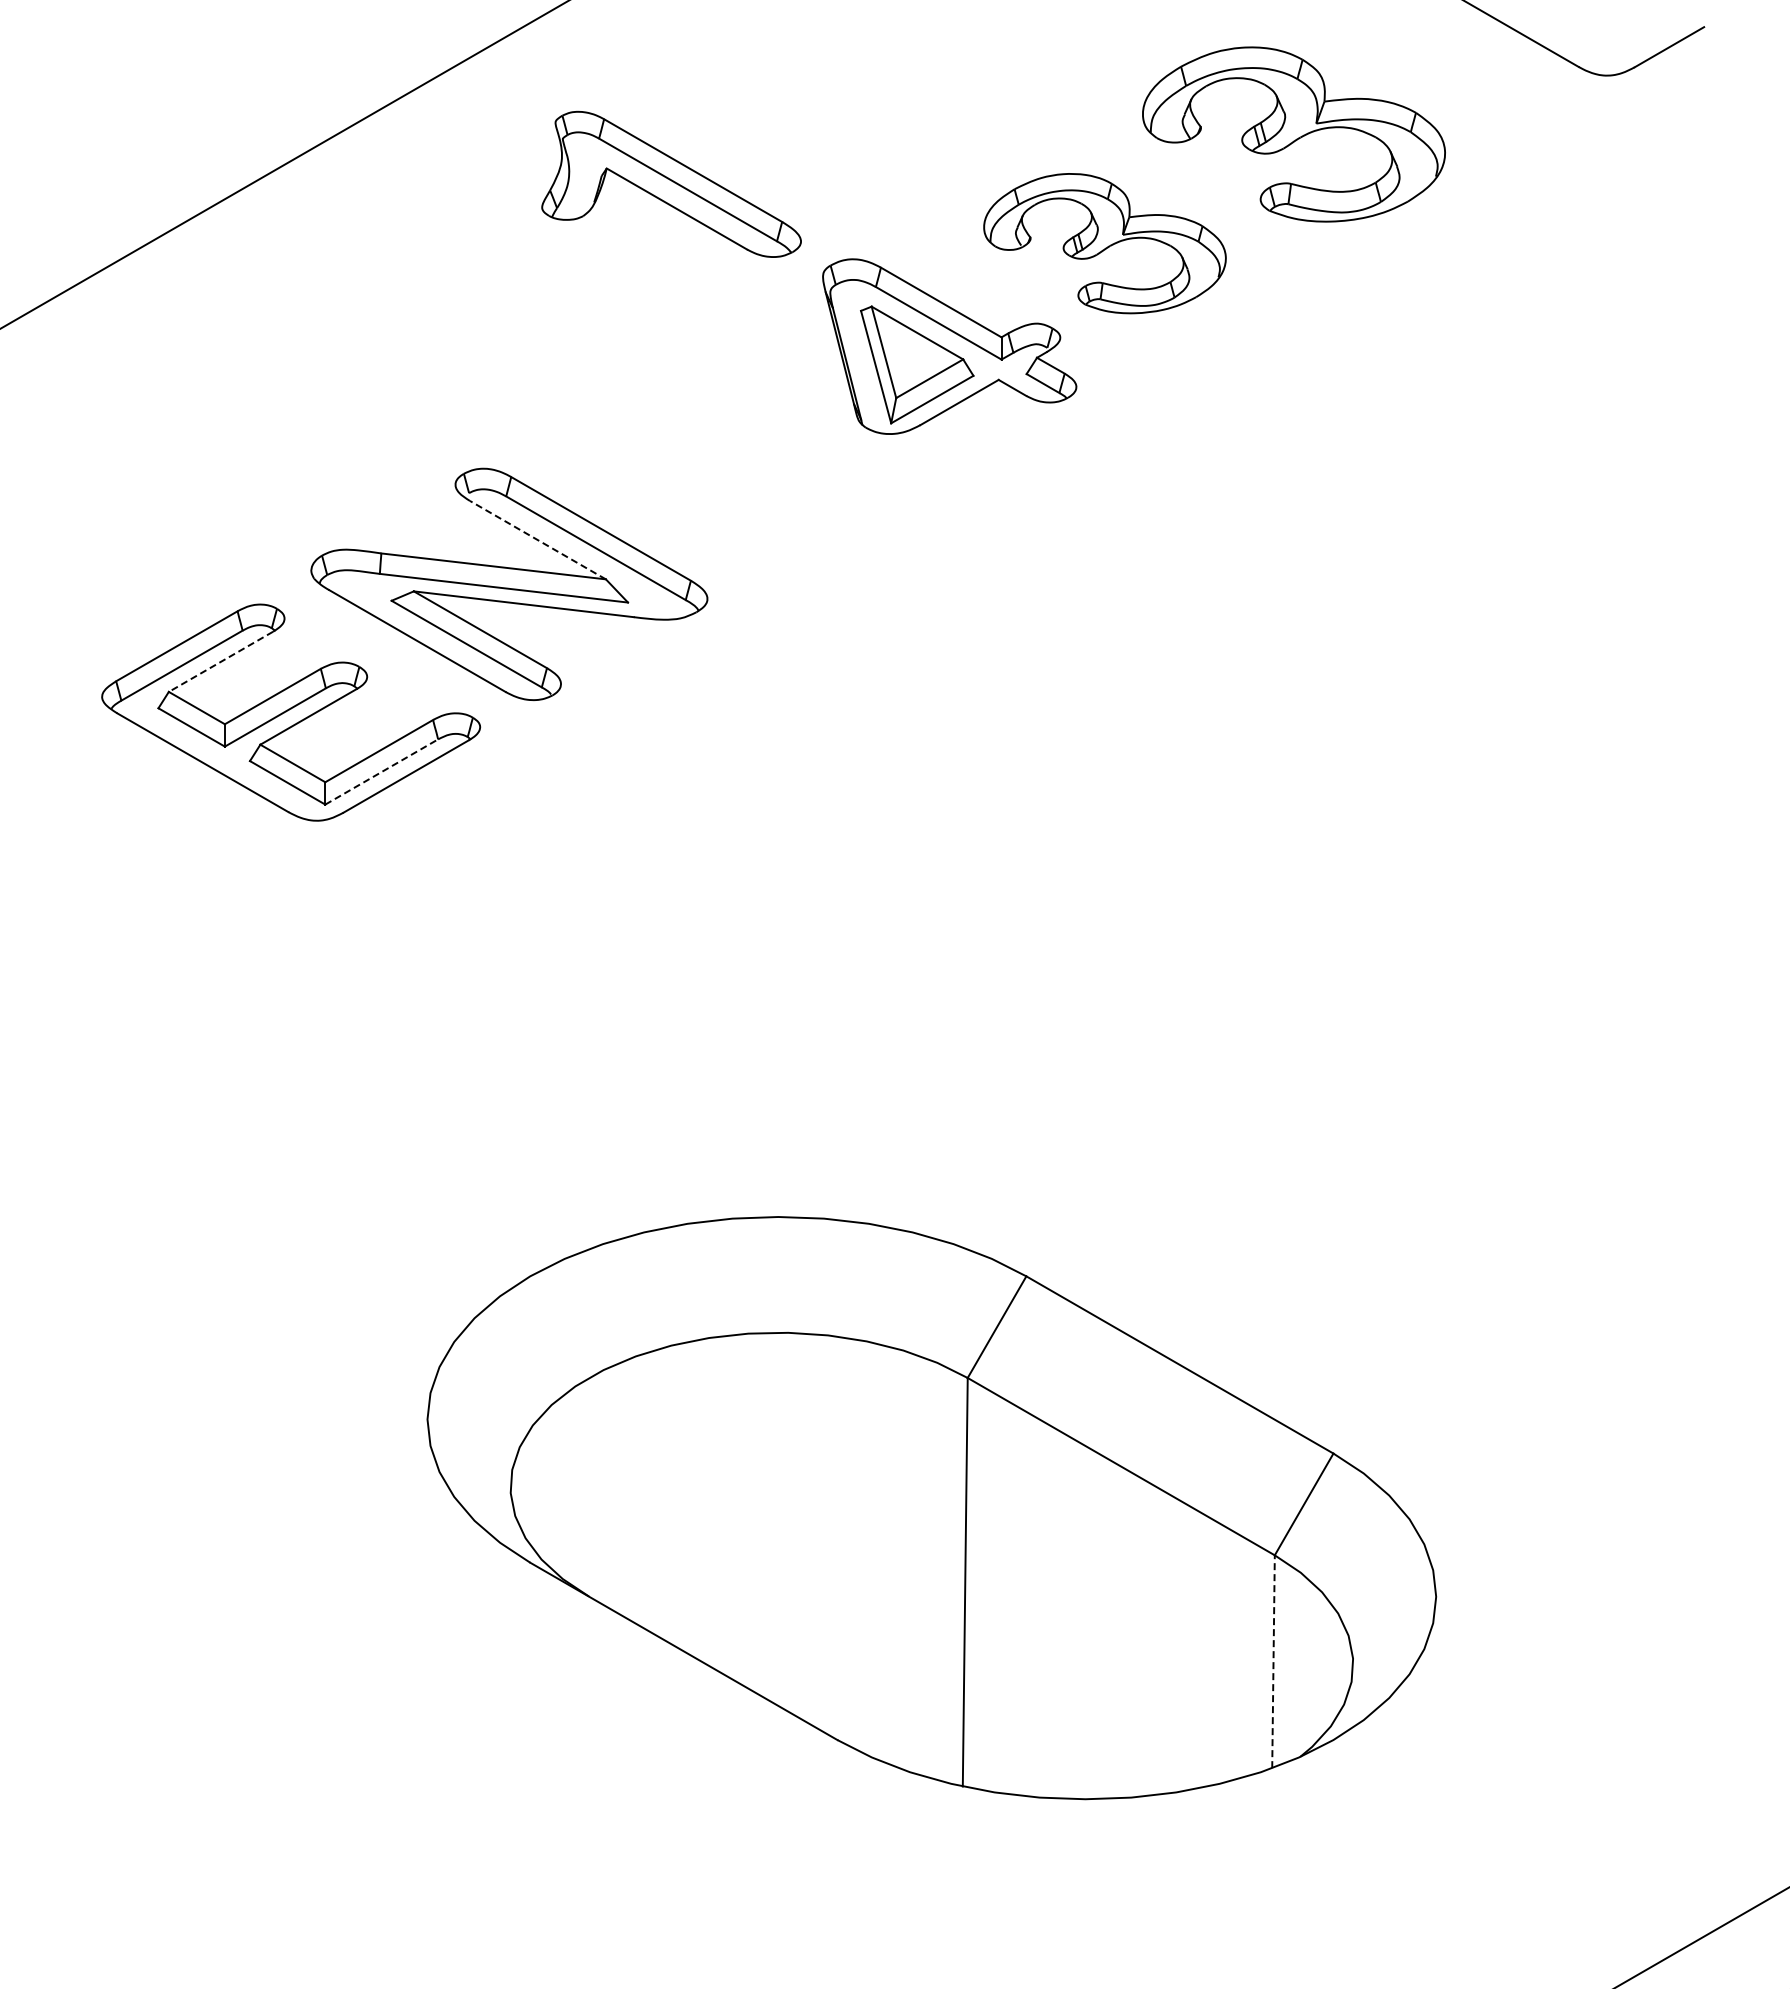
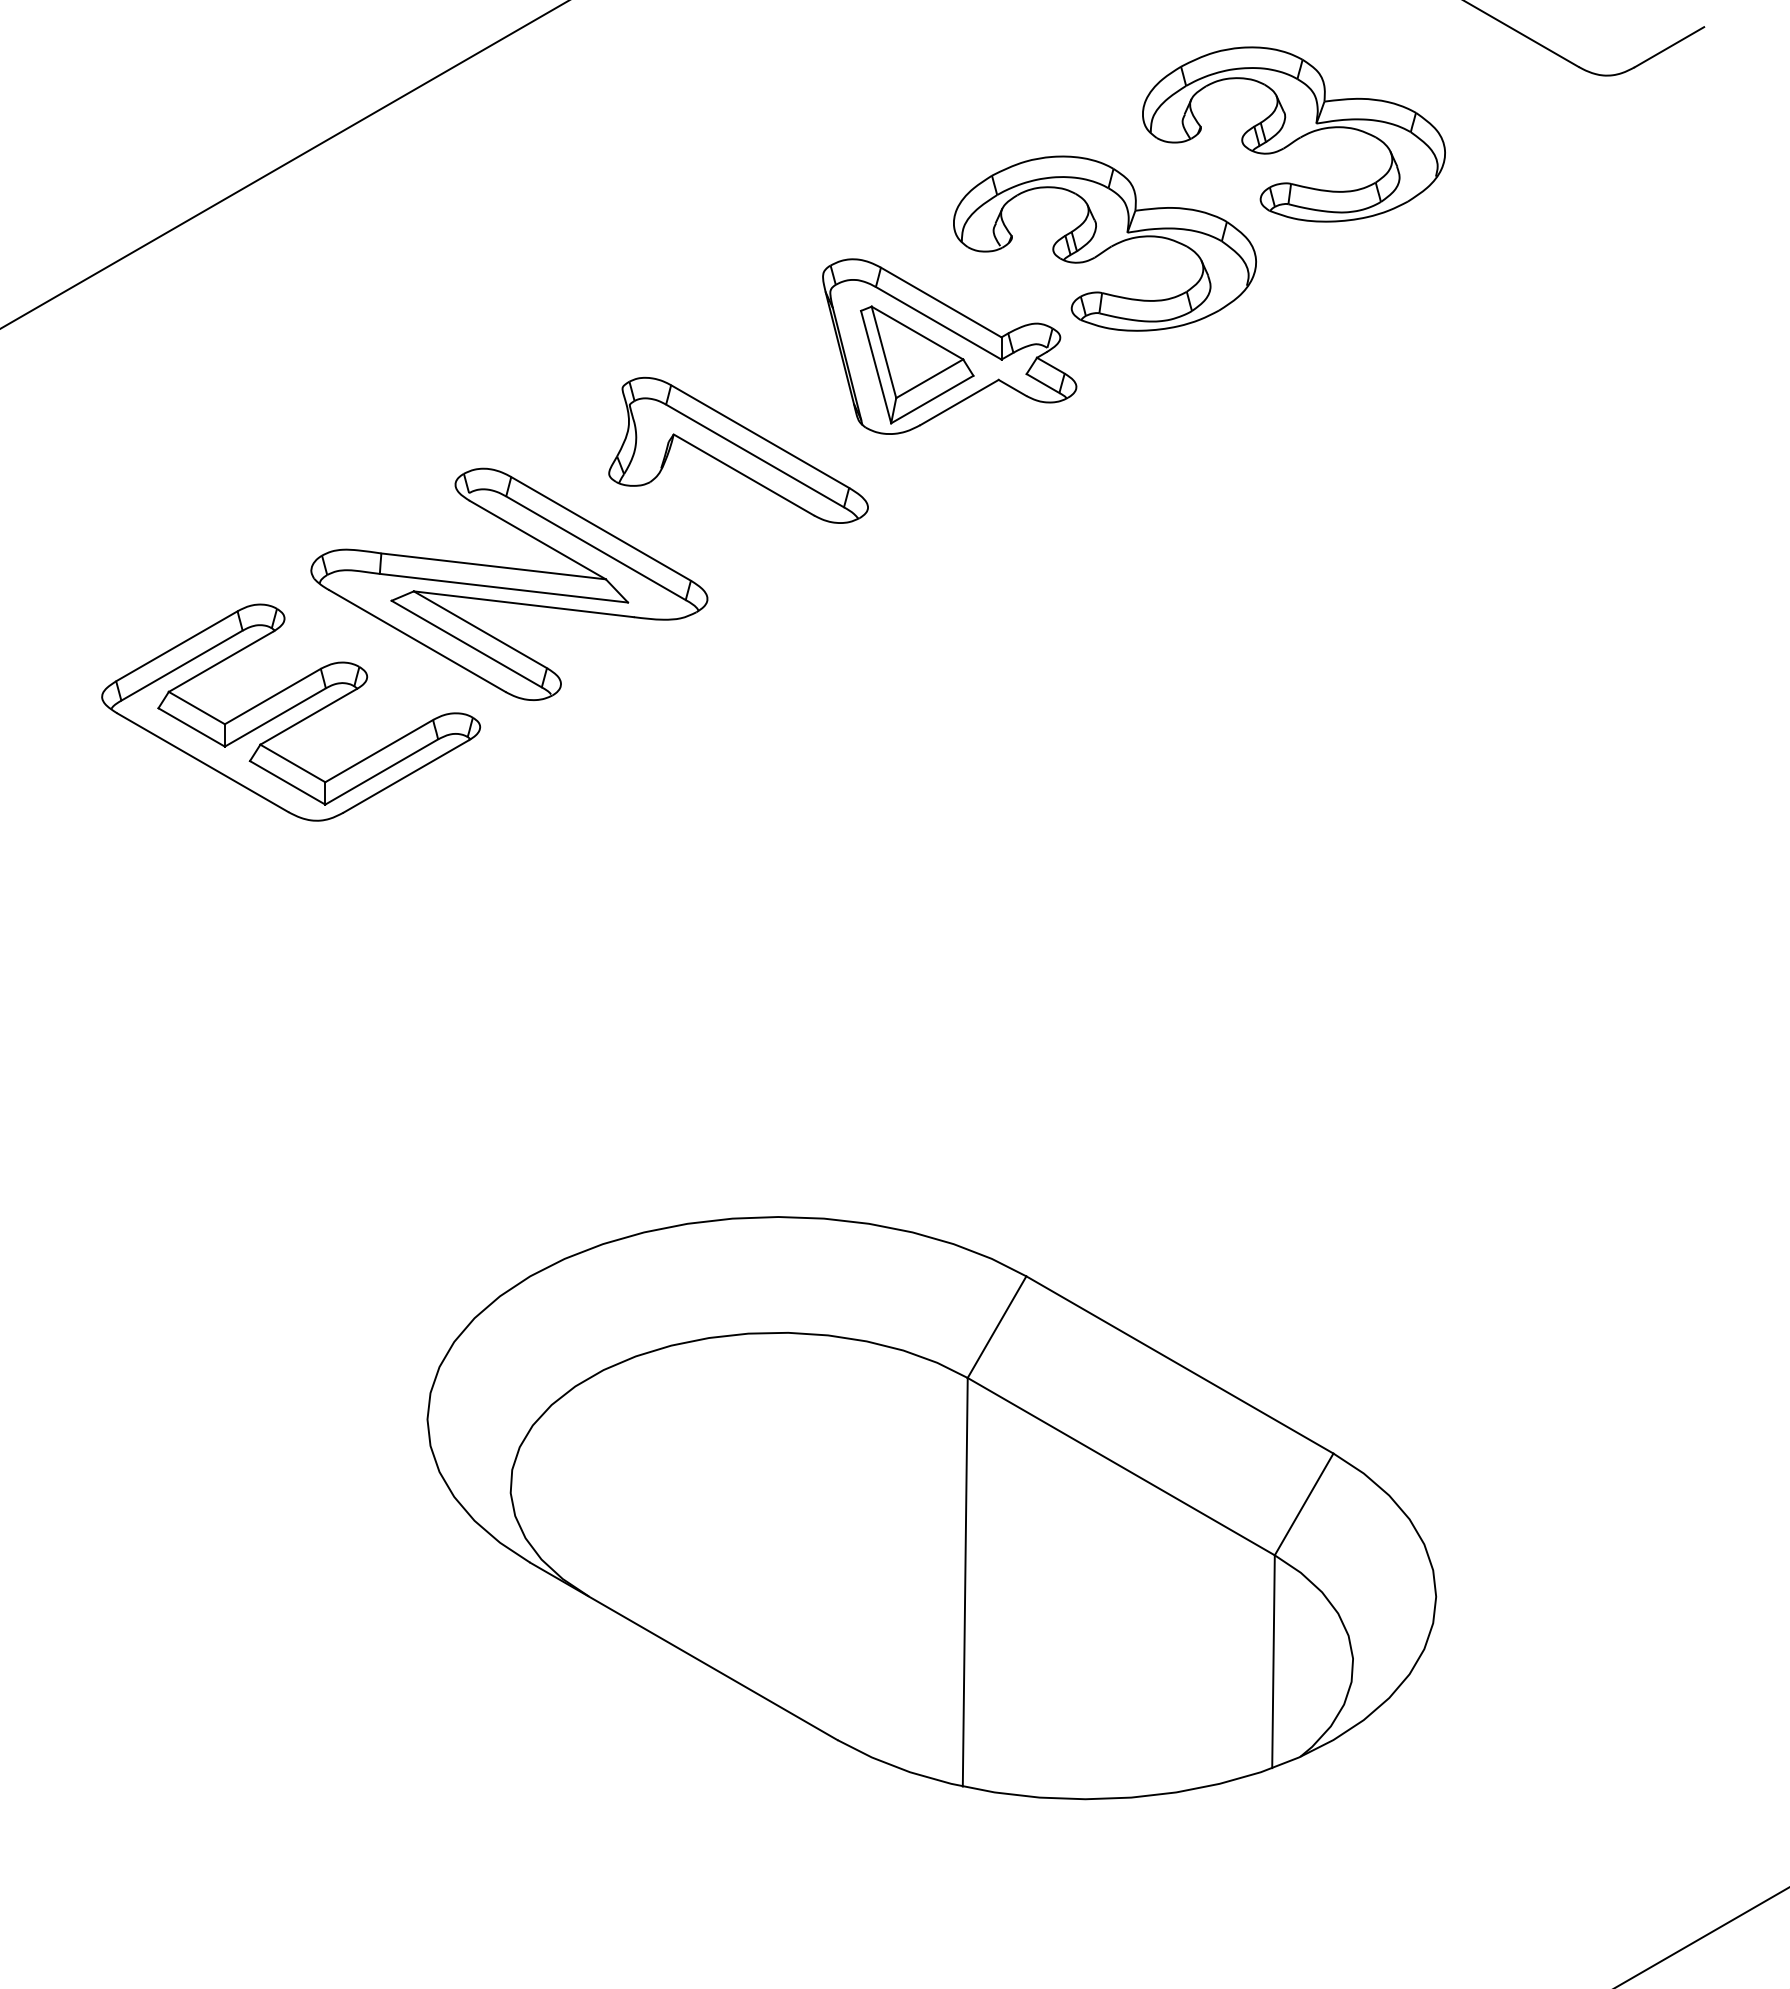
part at (671, 183) position: (671, 183) -> (738, 449)
part at (1104, 243) size: 244x142 px -> 304x177 px
line at (537, 540): dashed -> solid
line at (220, 662): dashed -> solid
line at (382, 771): dashed -> solid
line at (1273, 1661): dashed -> solid
